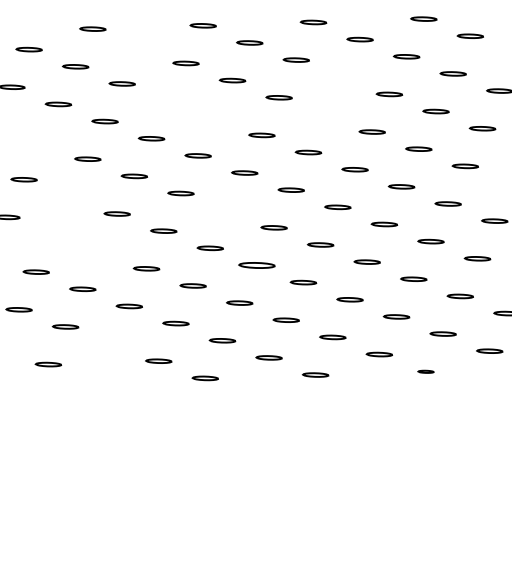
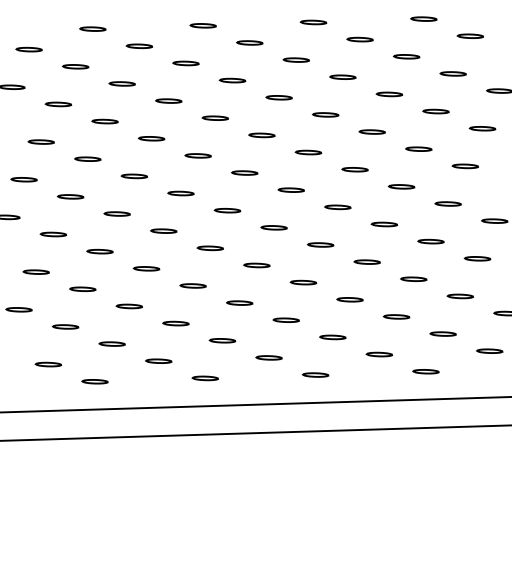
part at (138, 45): none -> present
part at (342, 76): none -> present
part at (168, 100): none -> present
part at (325, 114): none -> present
part at (214, 117): none -> present
part at (40, 141): none -> present
part at (70, 196): none -> present
part at (227, 210): none -> present
part at (53, 234): none -> present
part at (99, 251): none -> present
part at (256, 265) size: 38x7 px -> 28x7 px
part at (111, 343): none -> present
part at (425, 371) size: 18x5 px -> 28x6 px
part at (94, 381): none -> present
line at (255, 404): none -> present
line at (255, 432): none -> present
